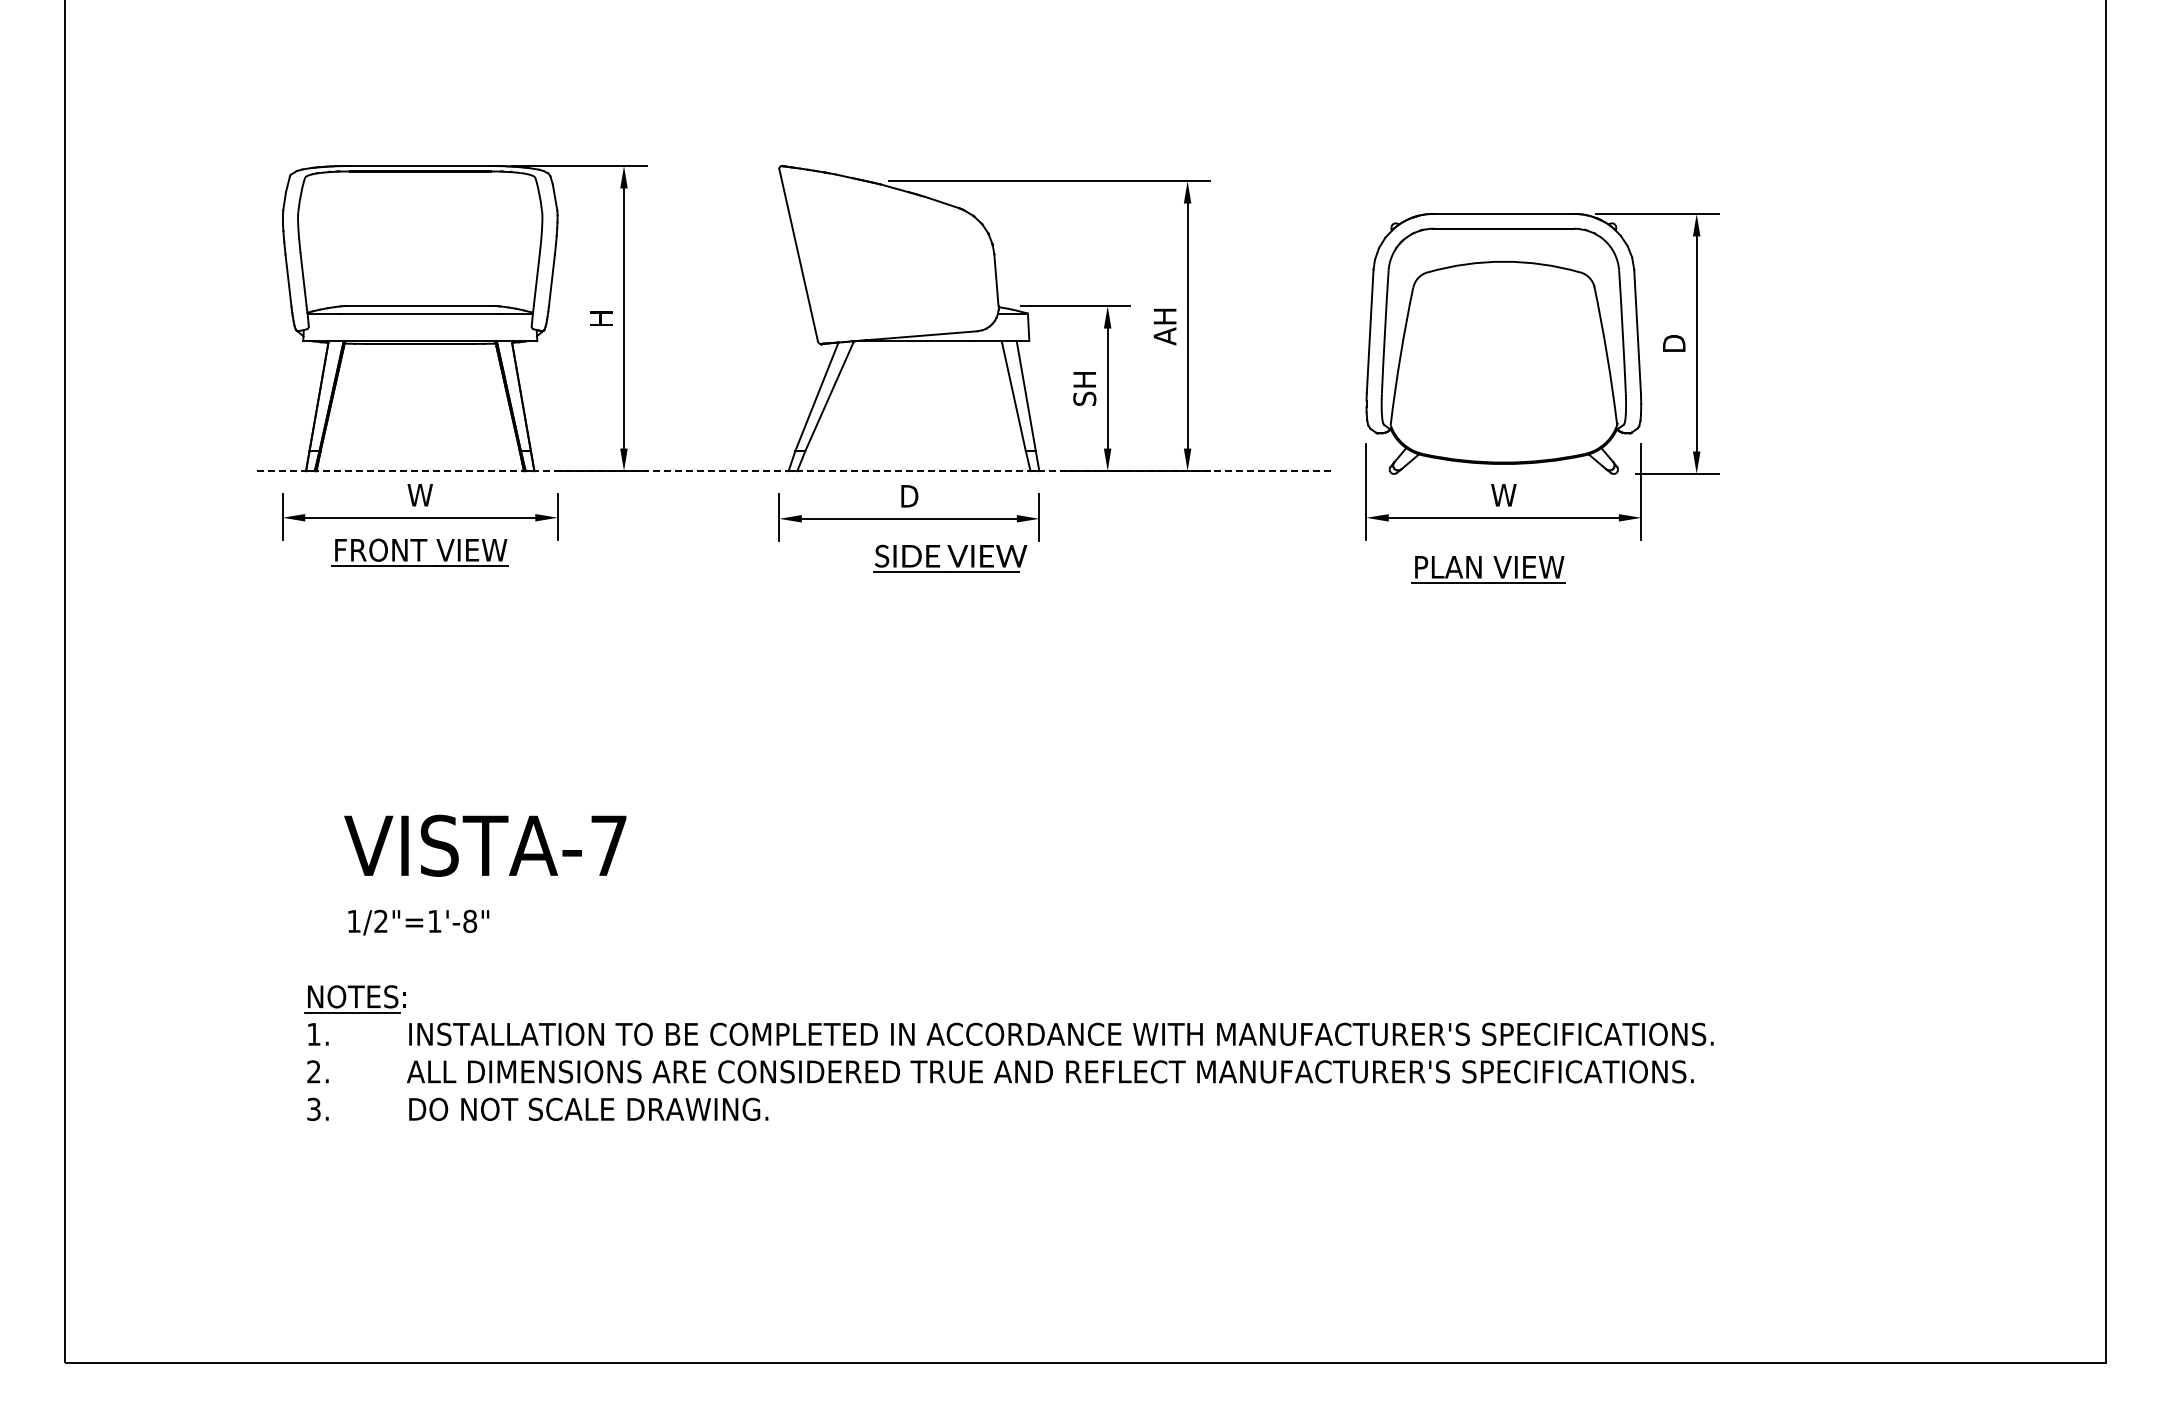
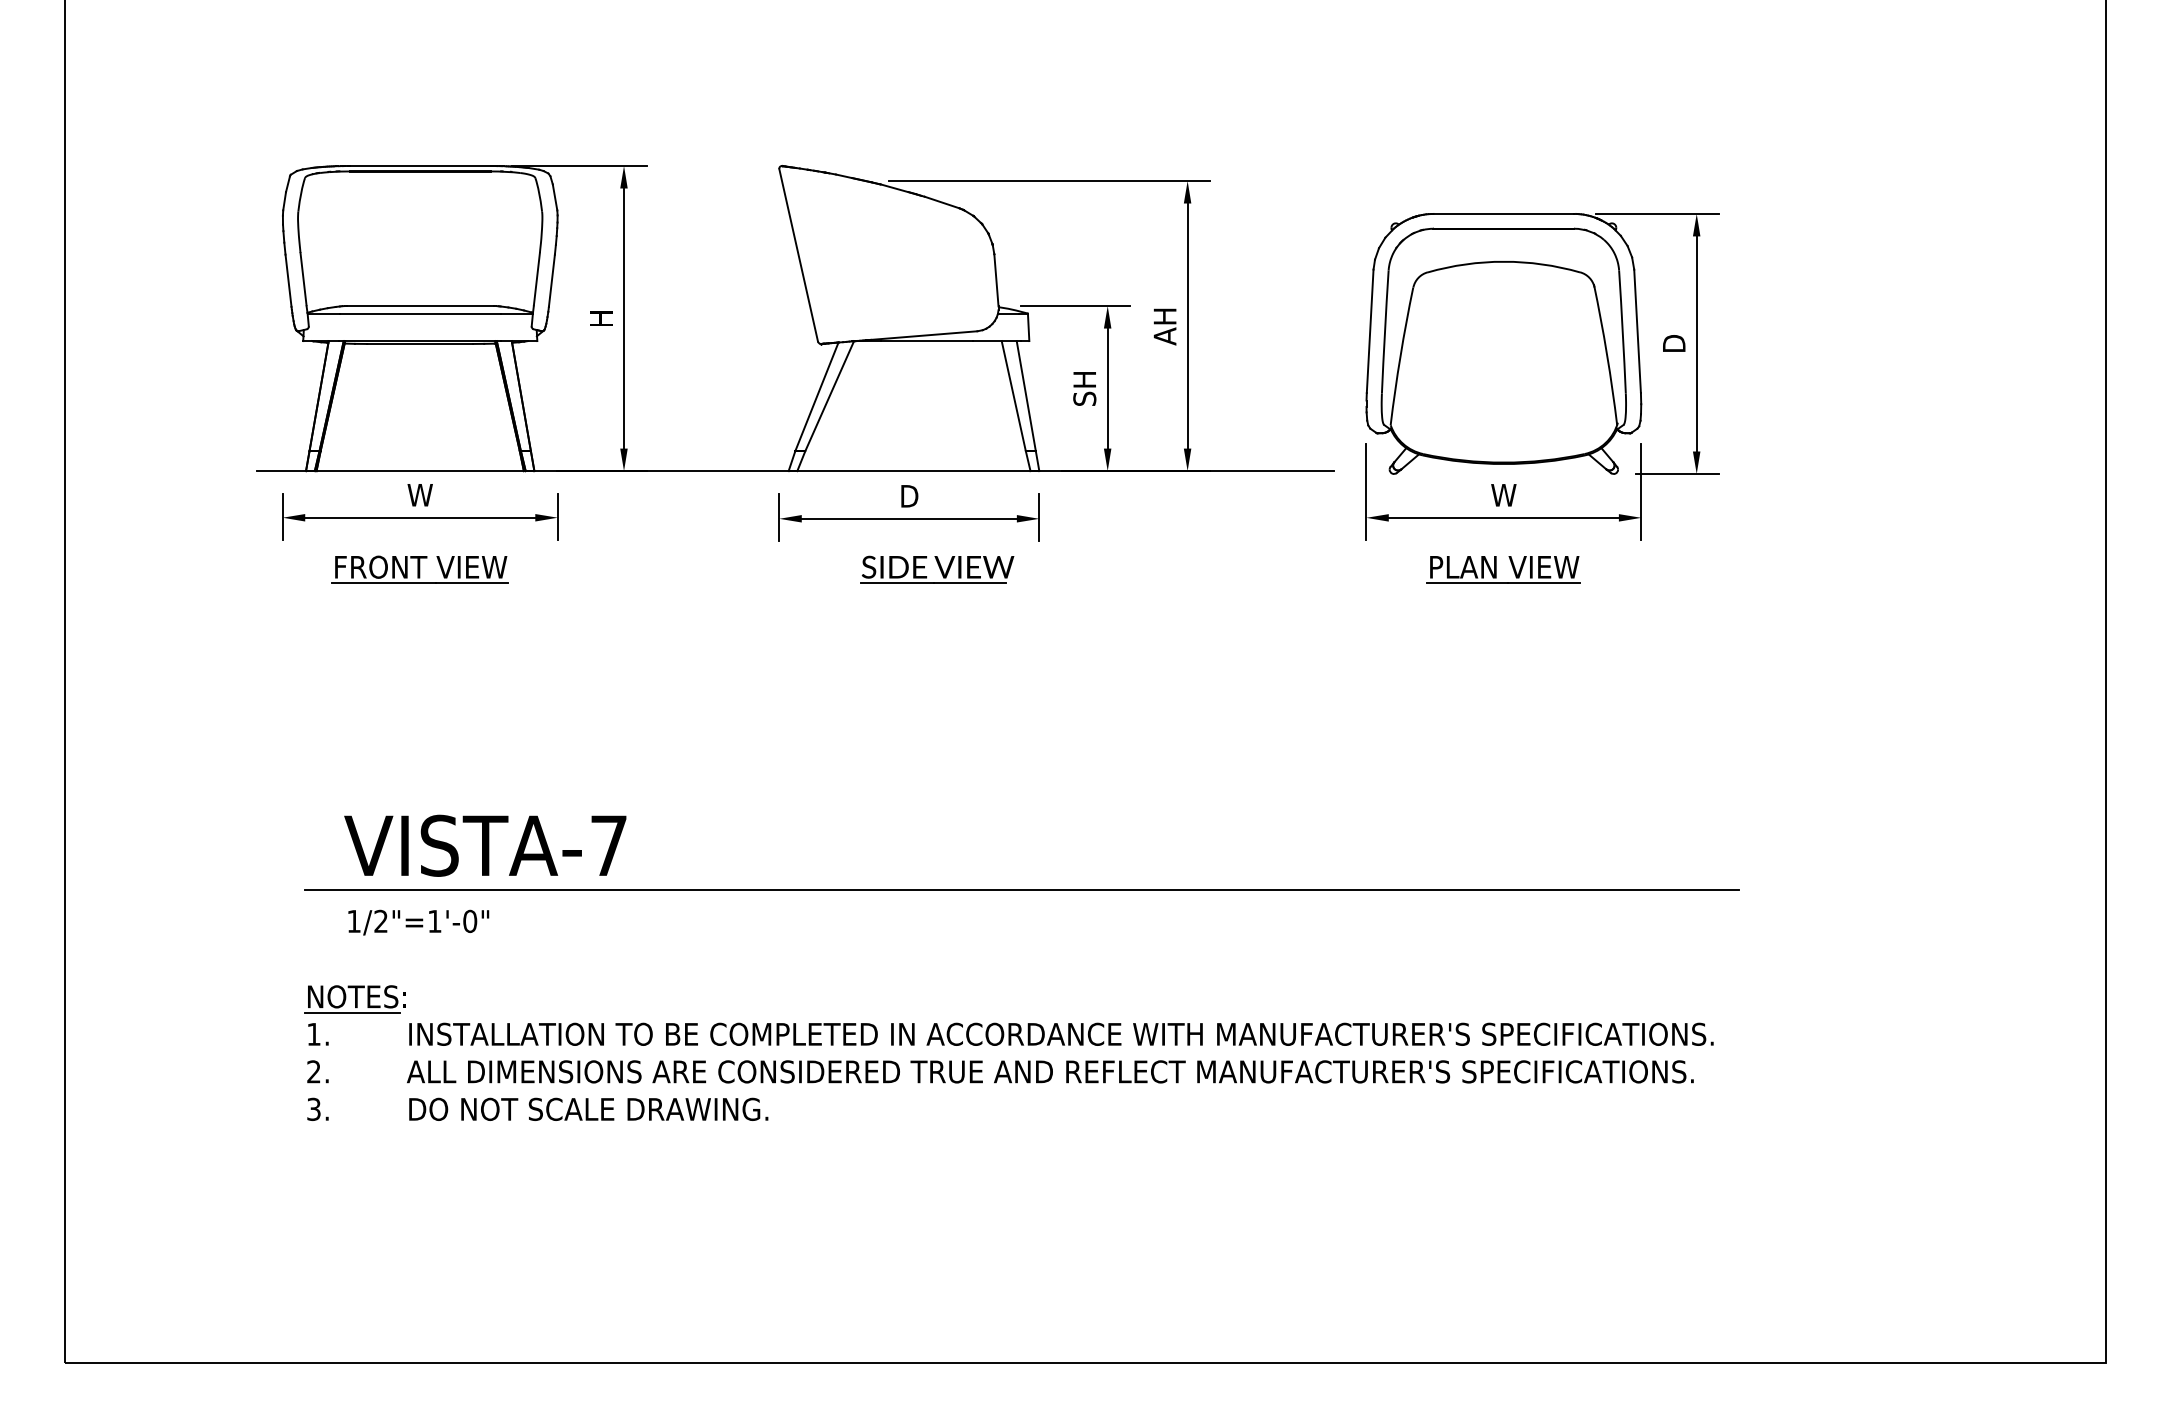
line at (795, 471): dashed -> solid
part at (419, 552) position: (419, 552) -> (419, 569)
part at (950, 558) position: (950, 558) -> (937, 569)
part at (1481, 569) position: (1481, 569) -> (1496, 569)
line at (1022, 889): none -> present
text at (470, 921): 1/2"=1'-8" -> 1/2"=1'-0"
